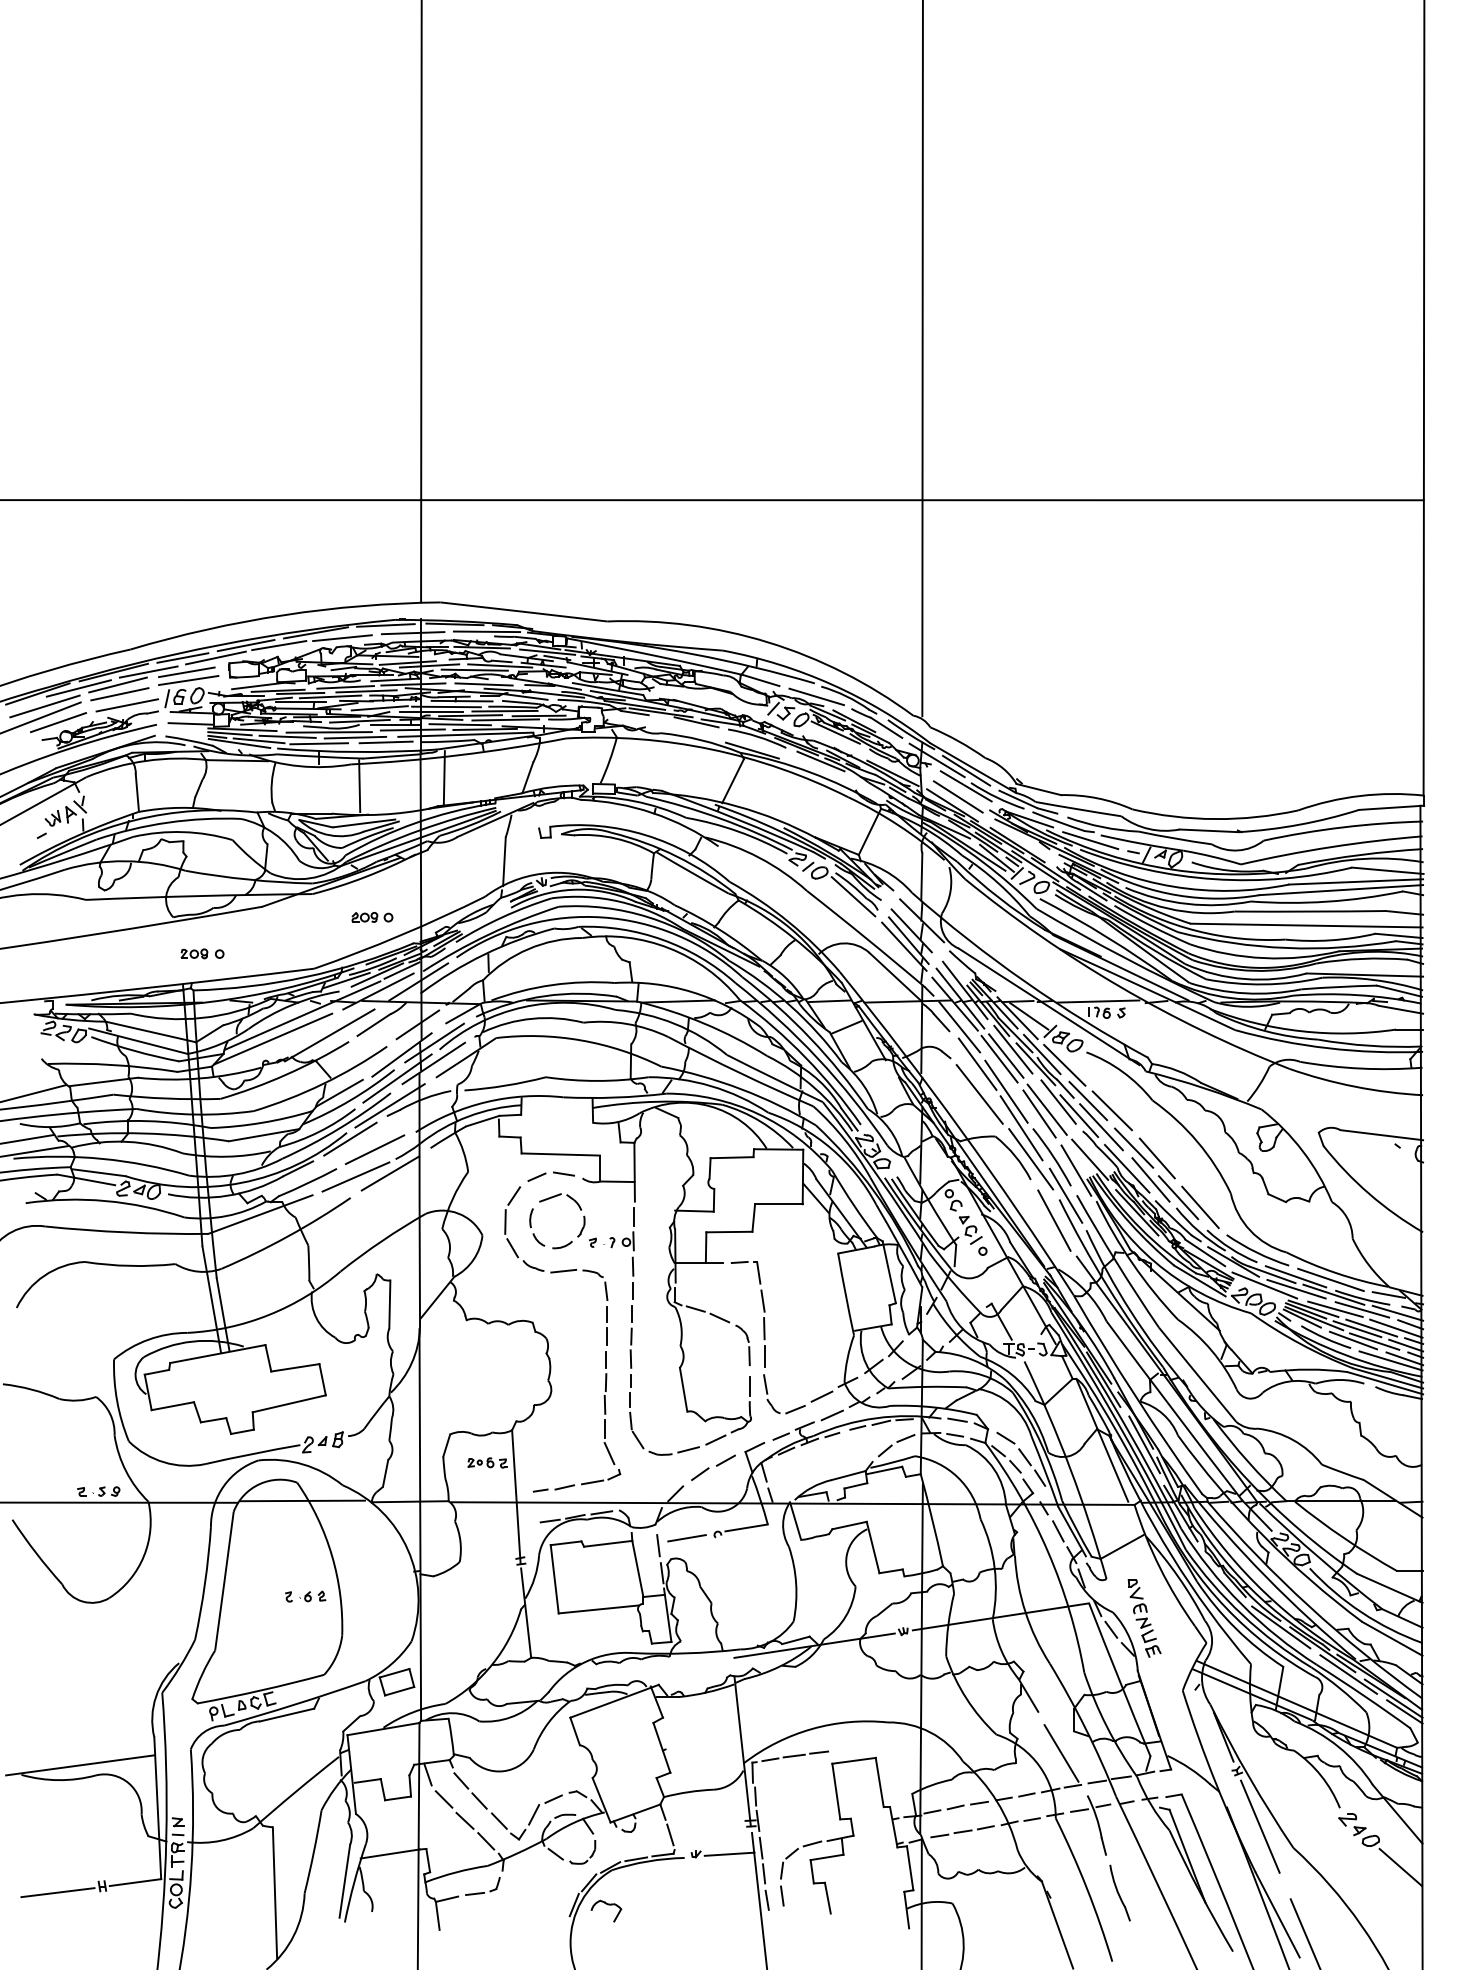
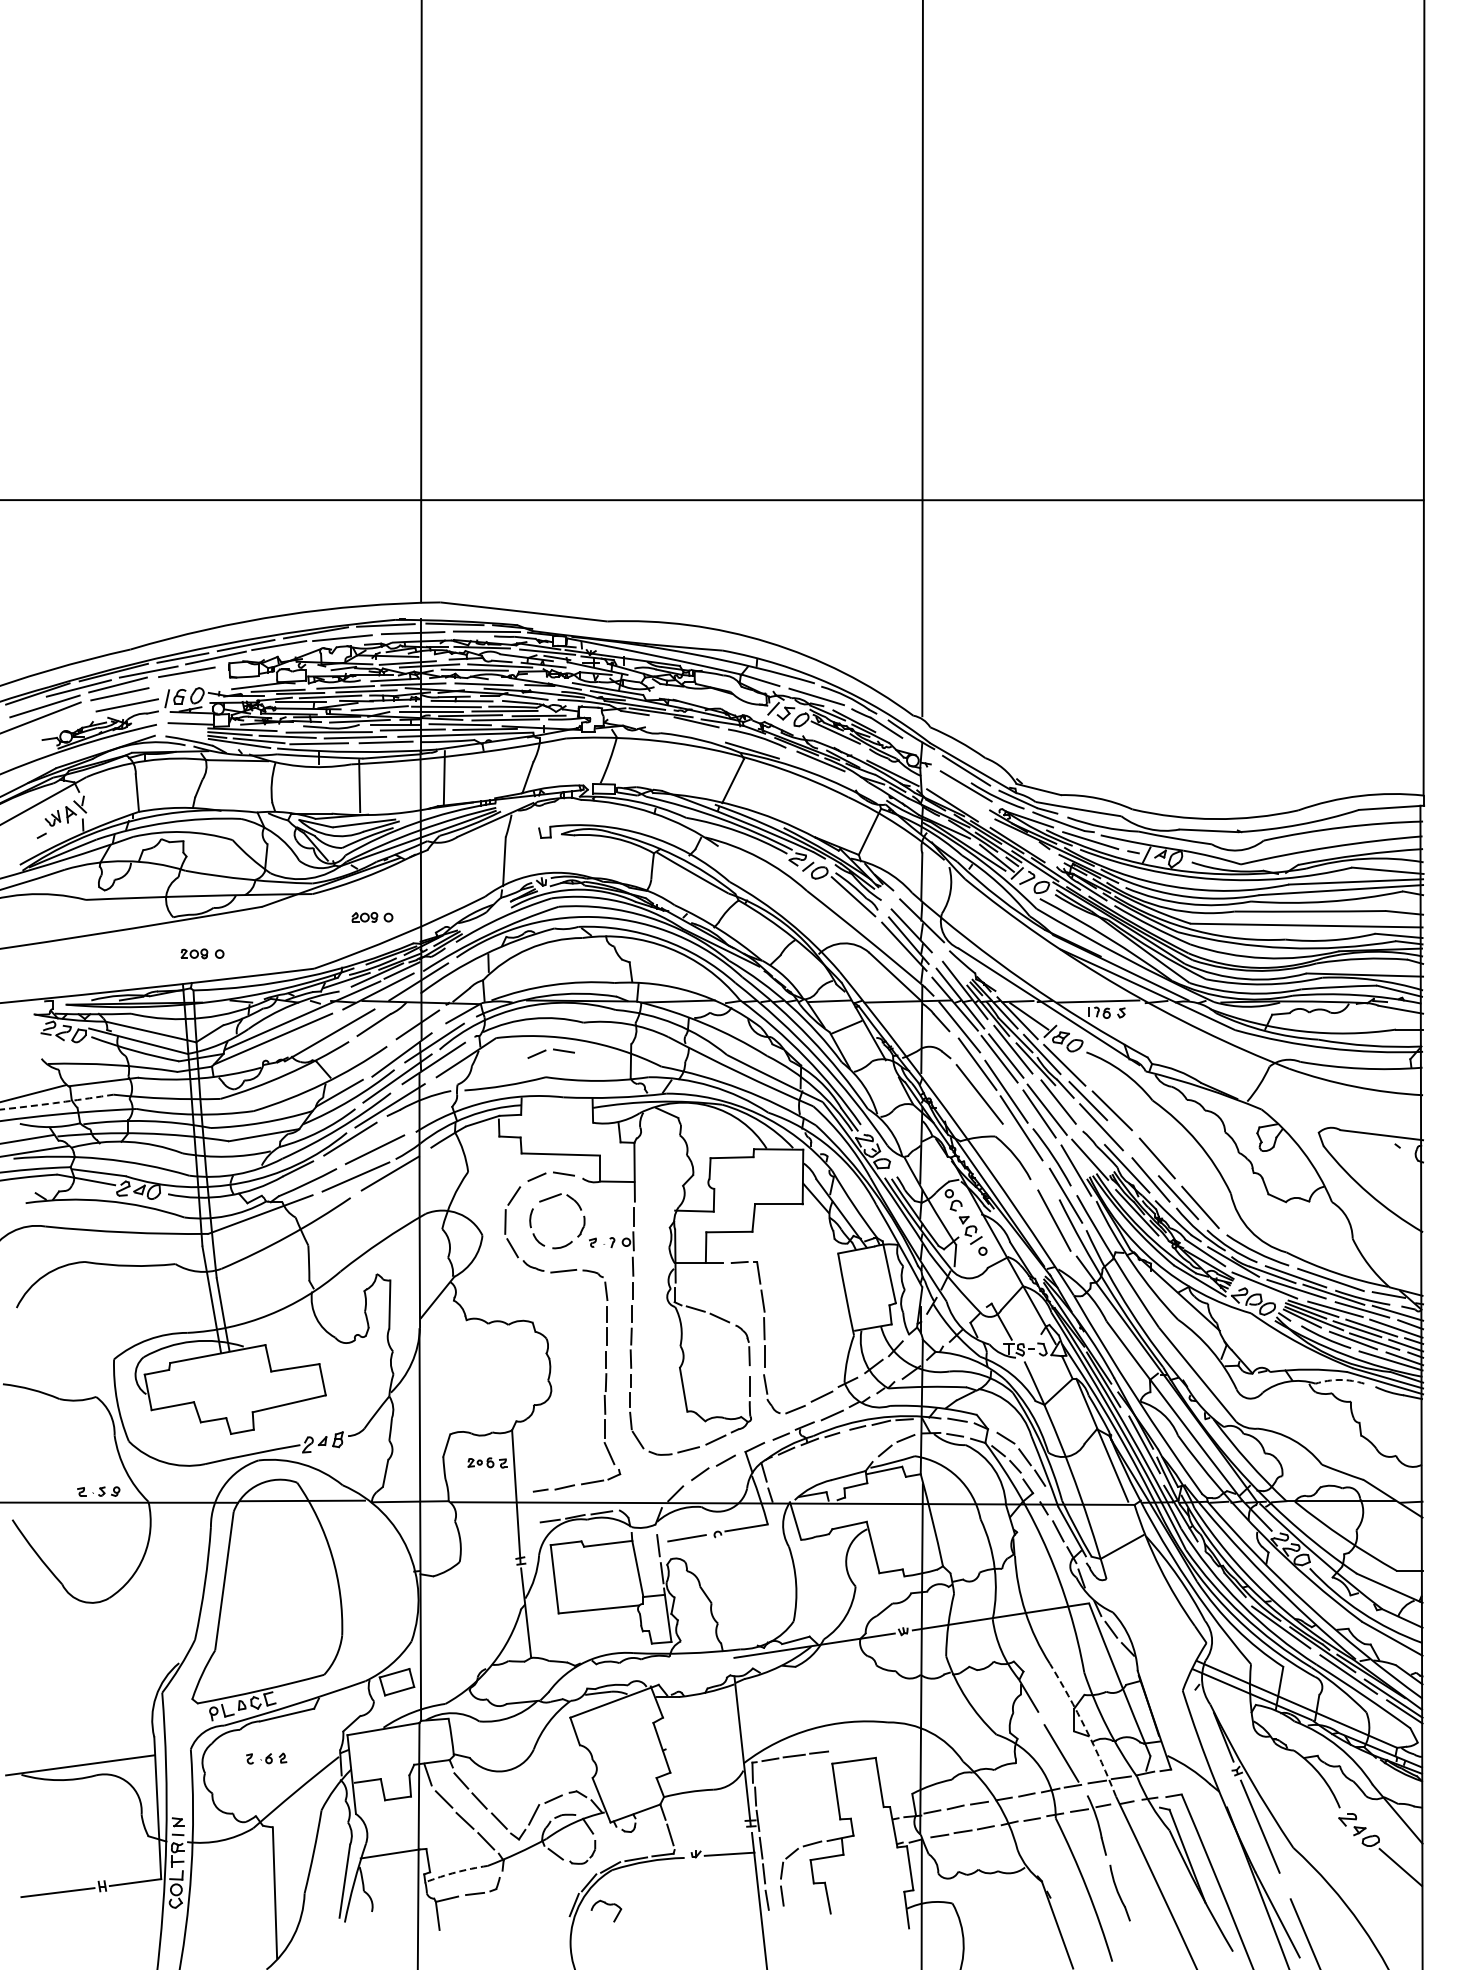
line at (188, 680): present -> none
line at (58, 722): present -> none
line at (936, 760): present -> none
line at (957, 796): present -> none
part at (550, 1053): none -> present
arc at (56, 1102): solid -> dashed
line at (1079, 1116): present -> none
line at (1134, 1147): present -> none
line at (1031, 1159): present -> none
arc at (1339, 1379): solid -> dashed
part at (305, 1596) position: (305, 1596) -> (266, 1758)
part at (1144, 1618): present -> none
arc at (1085, 1728): solid -> dashed
arc at (456, 1872): solid -> dashed
